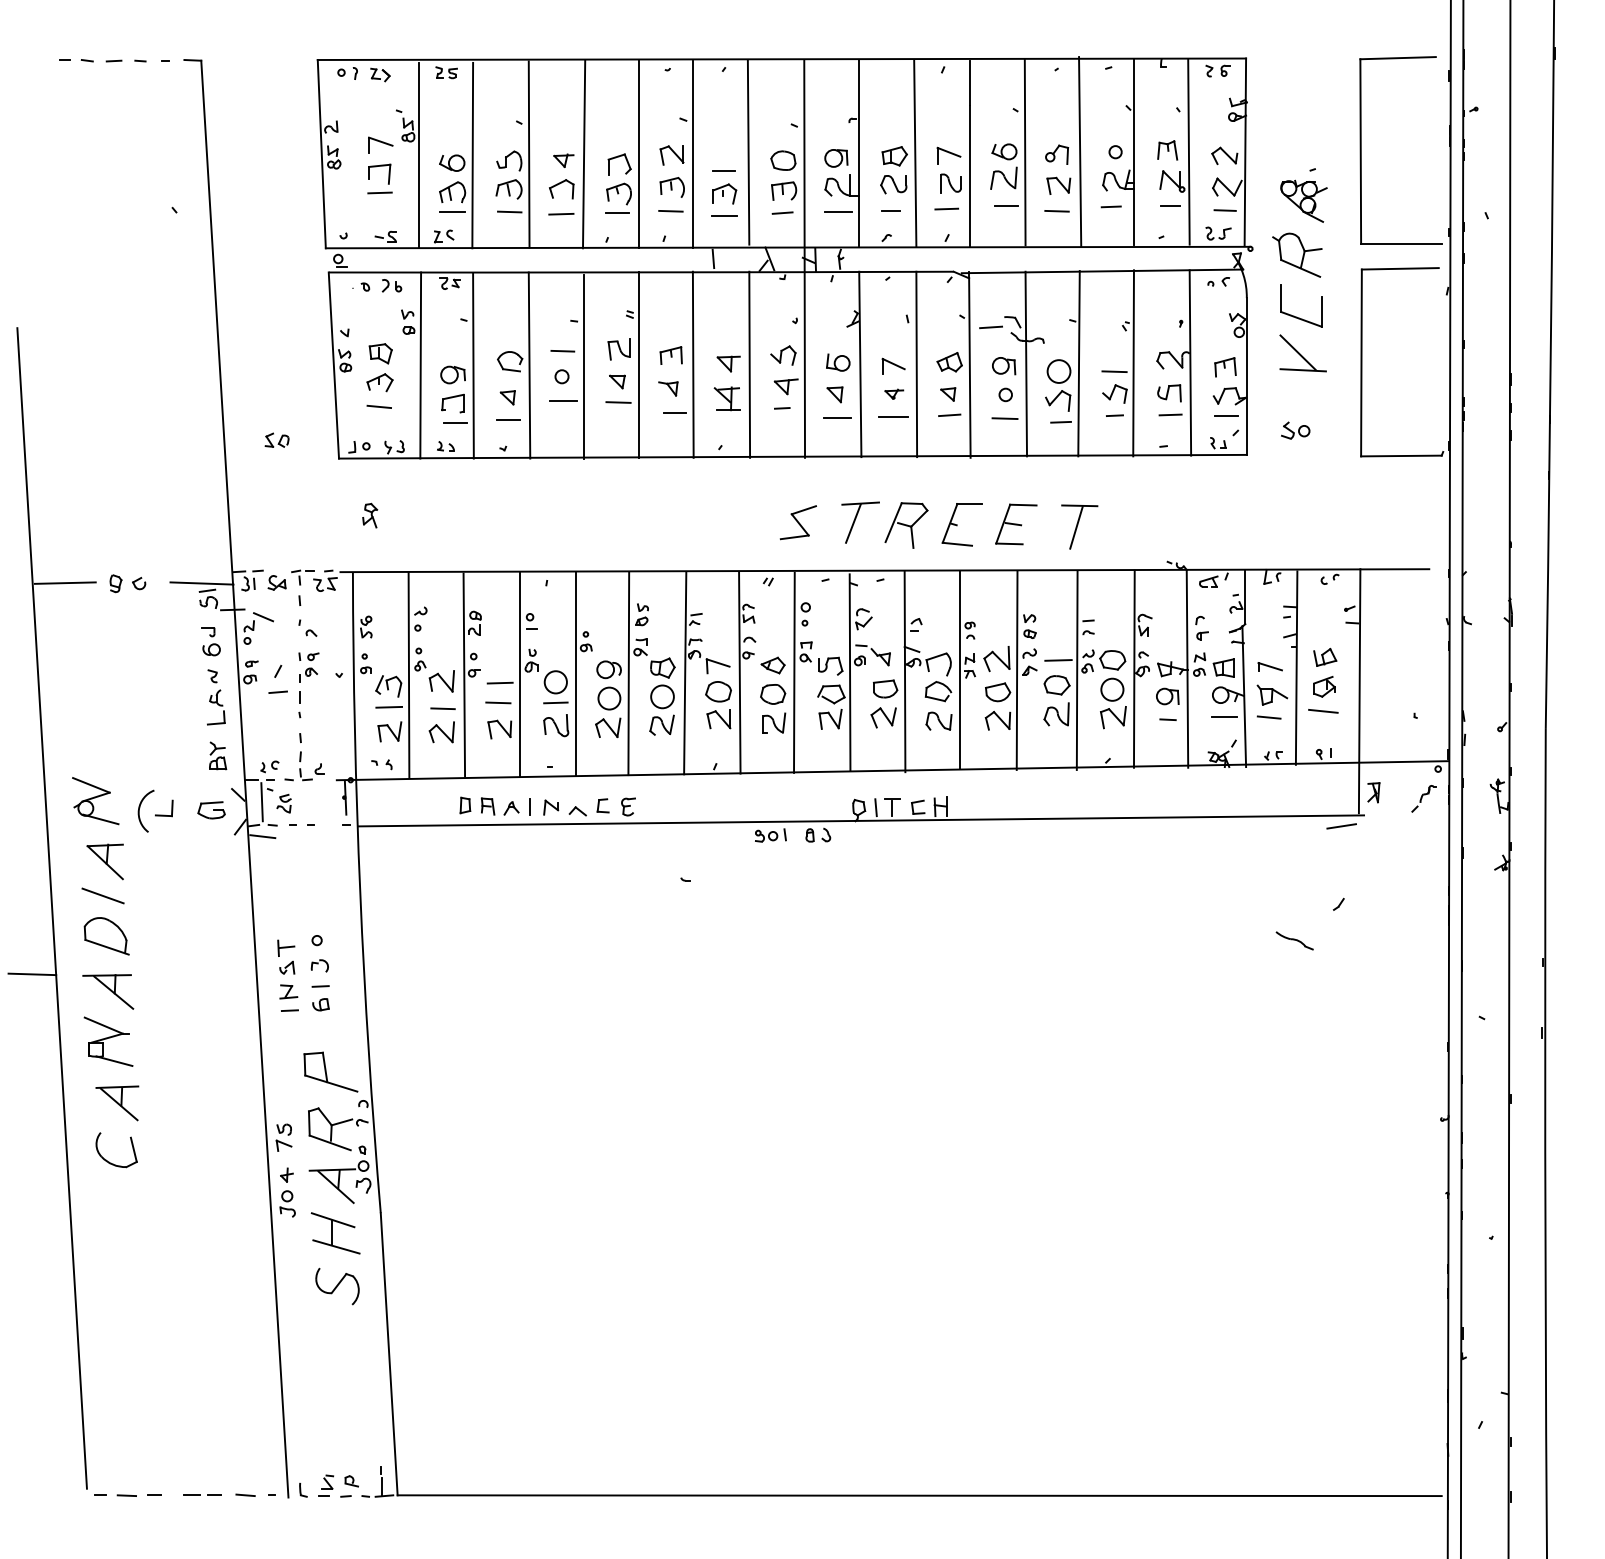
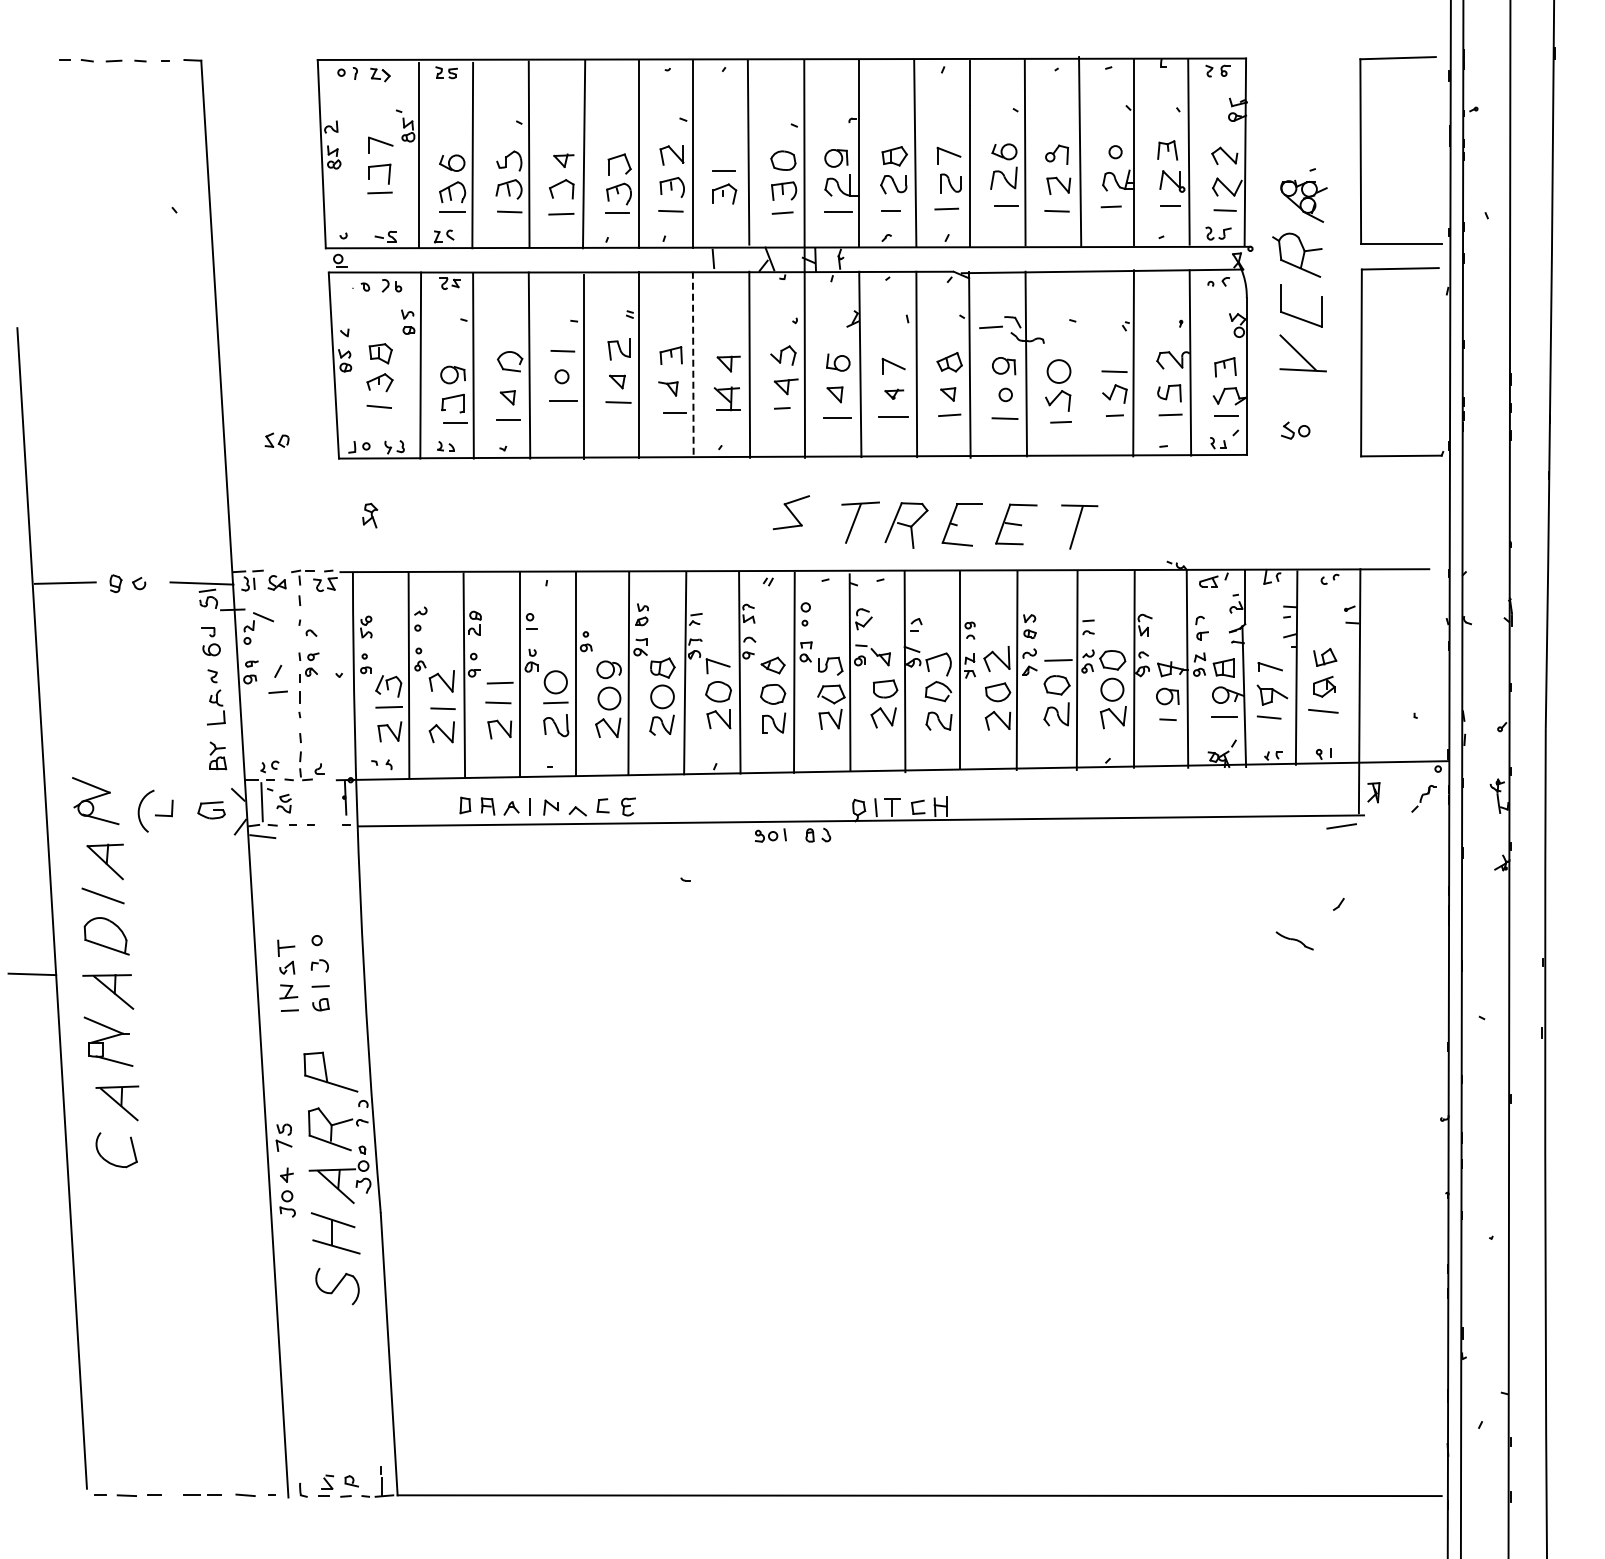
line at (723, 216): present -> none
line at (1078, 363): present -> none
line at (693, 365): solid -> dashed
part at (797, 522) position: (797, 522) -> (790, 512)
